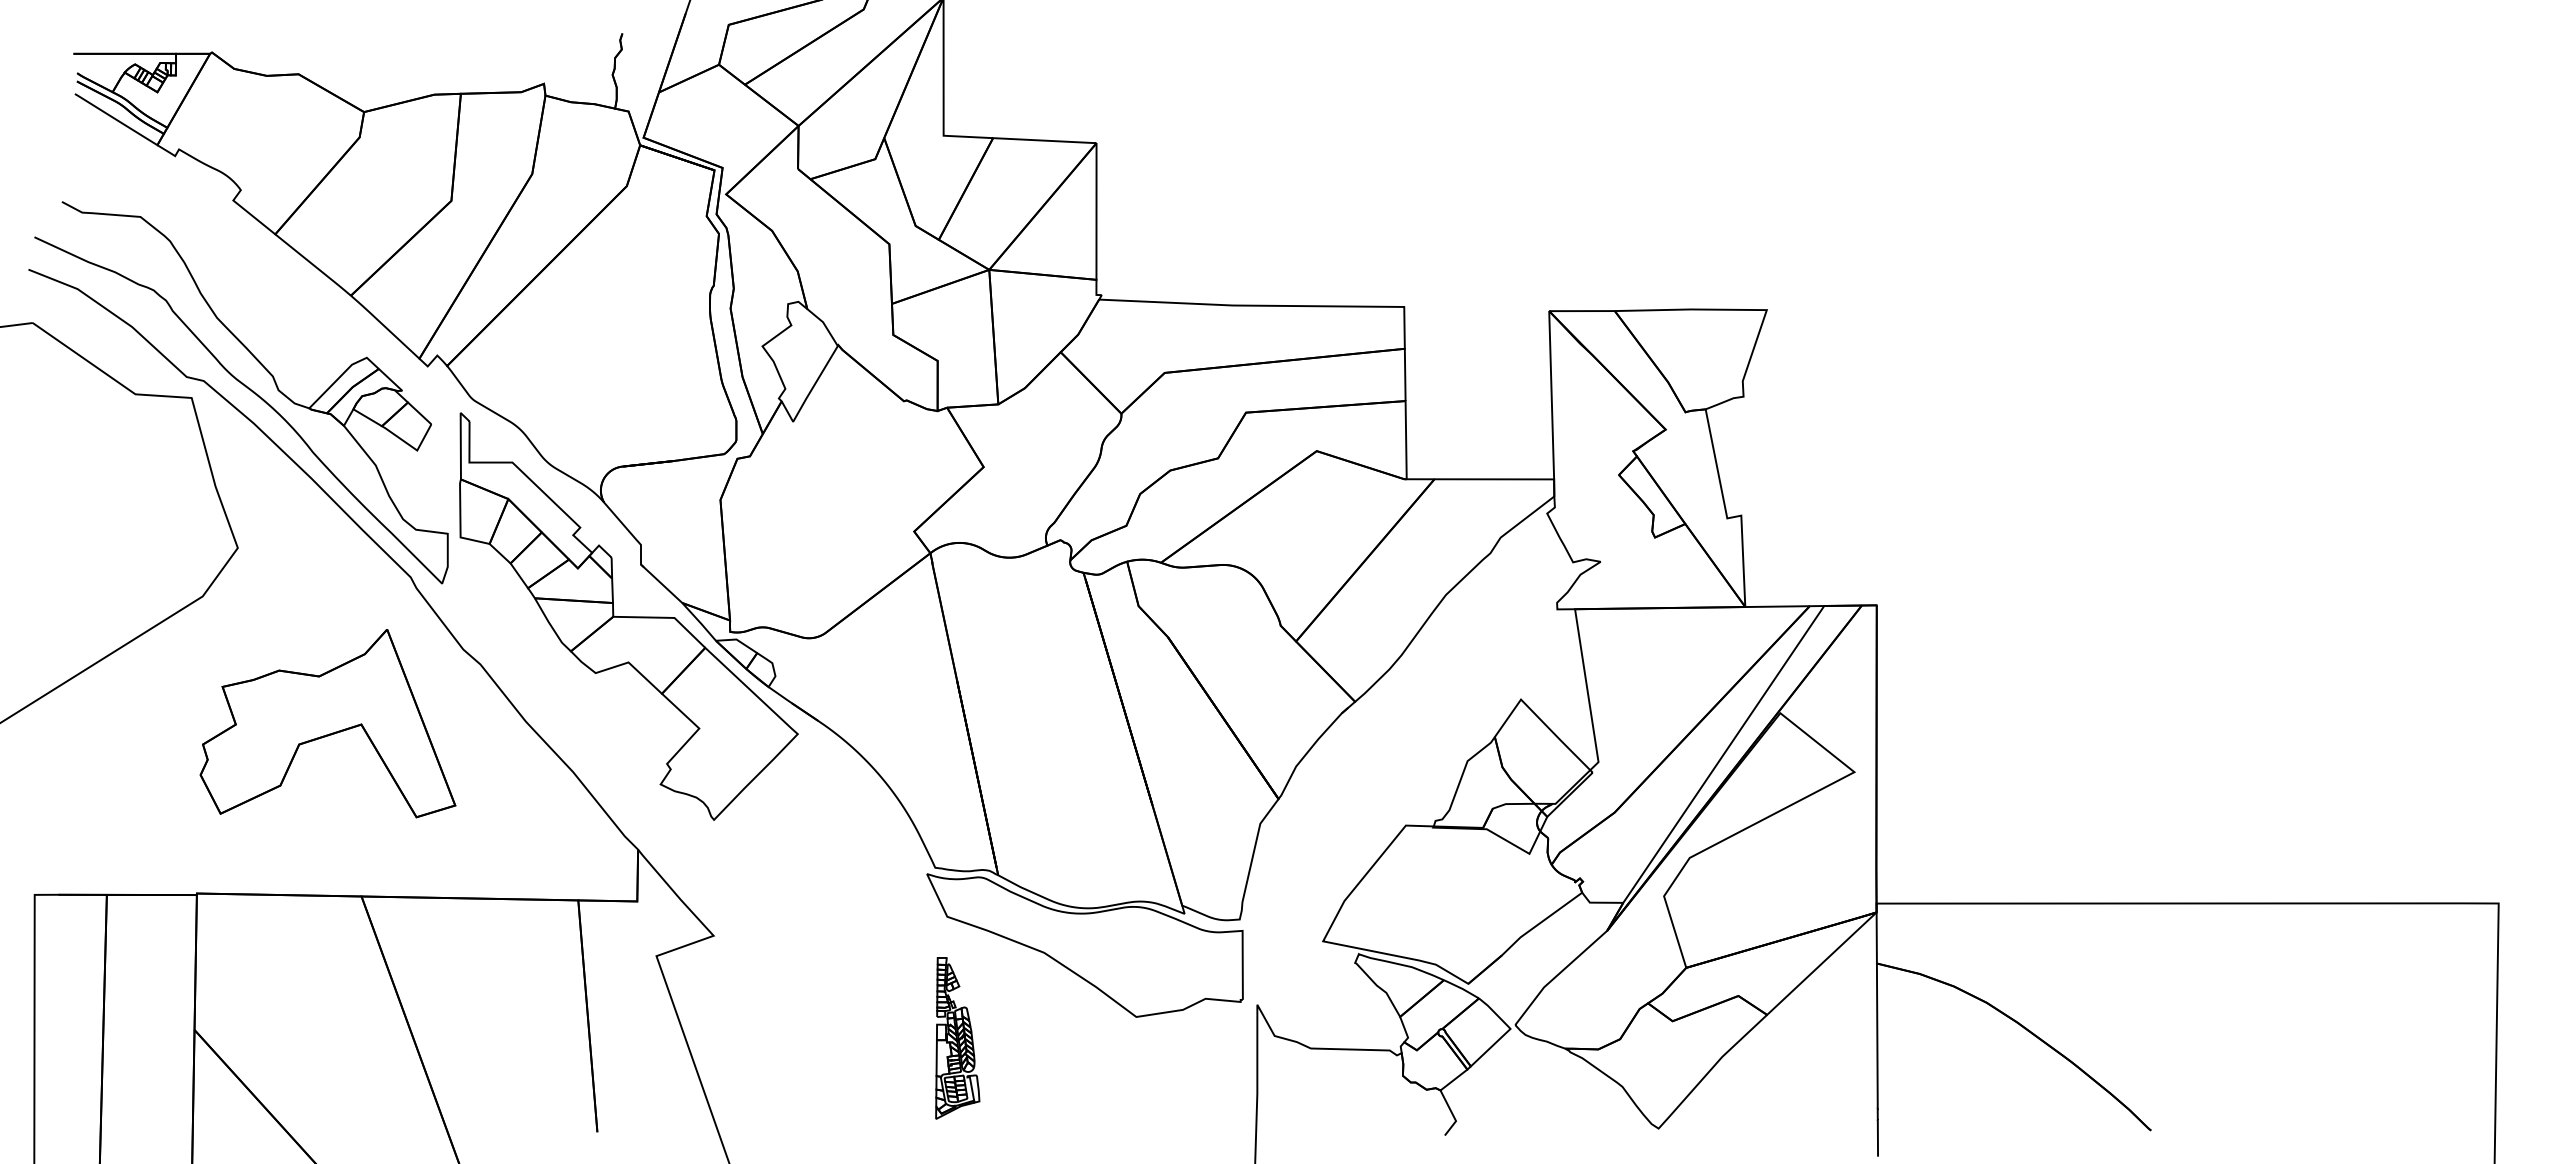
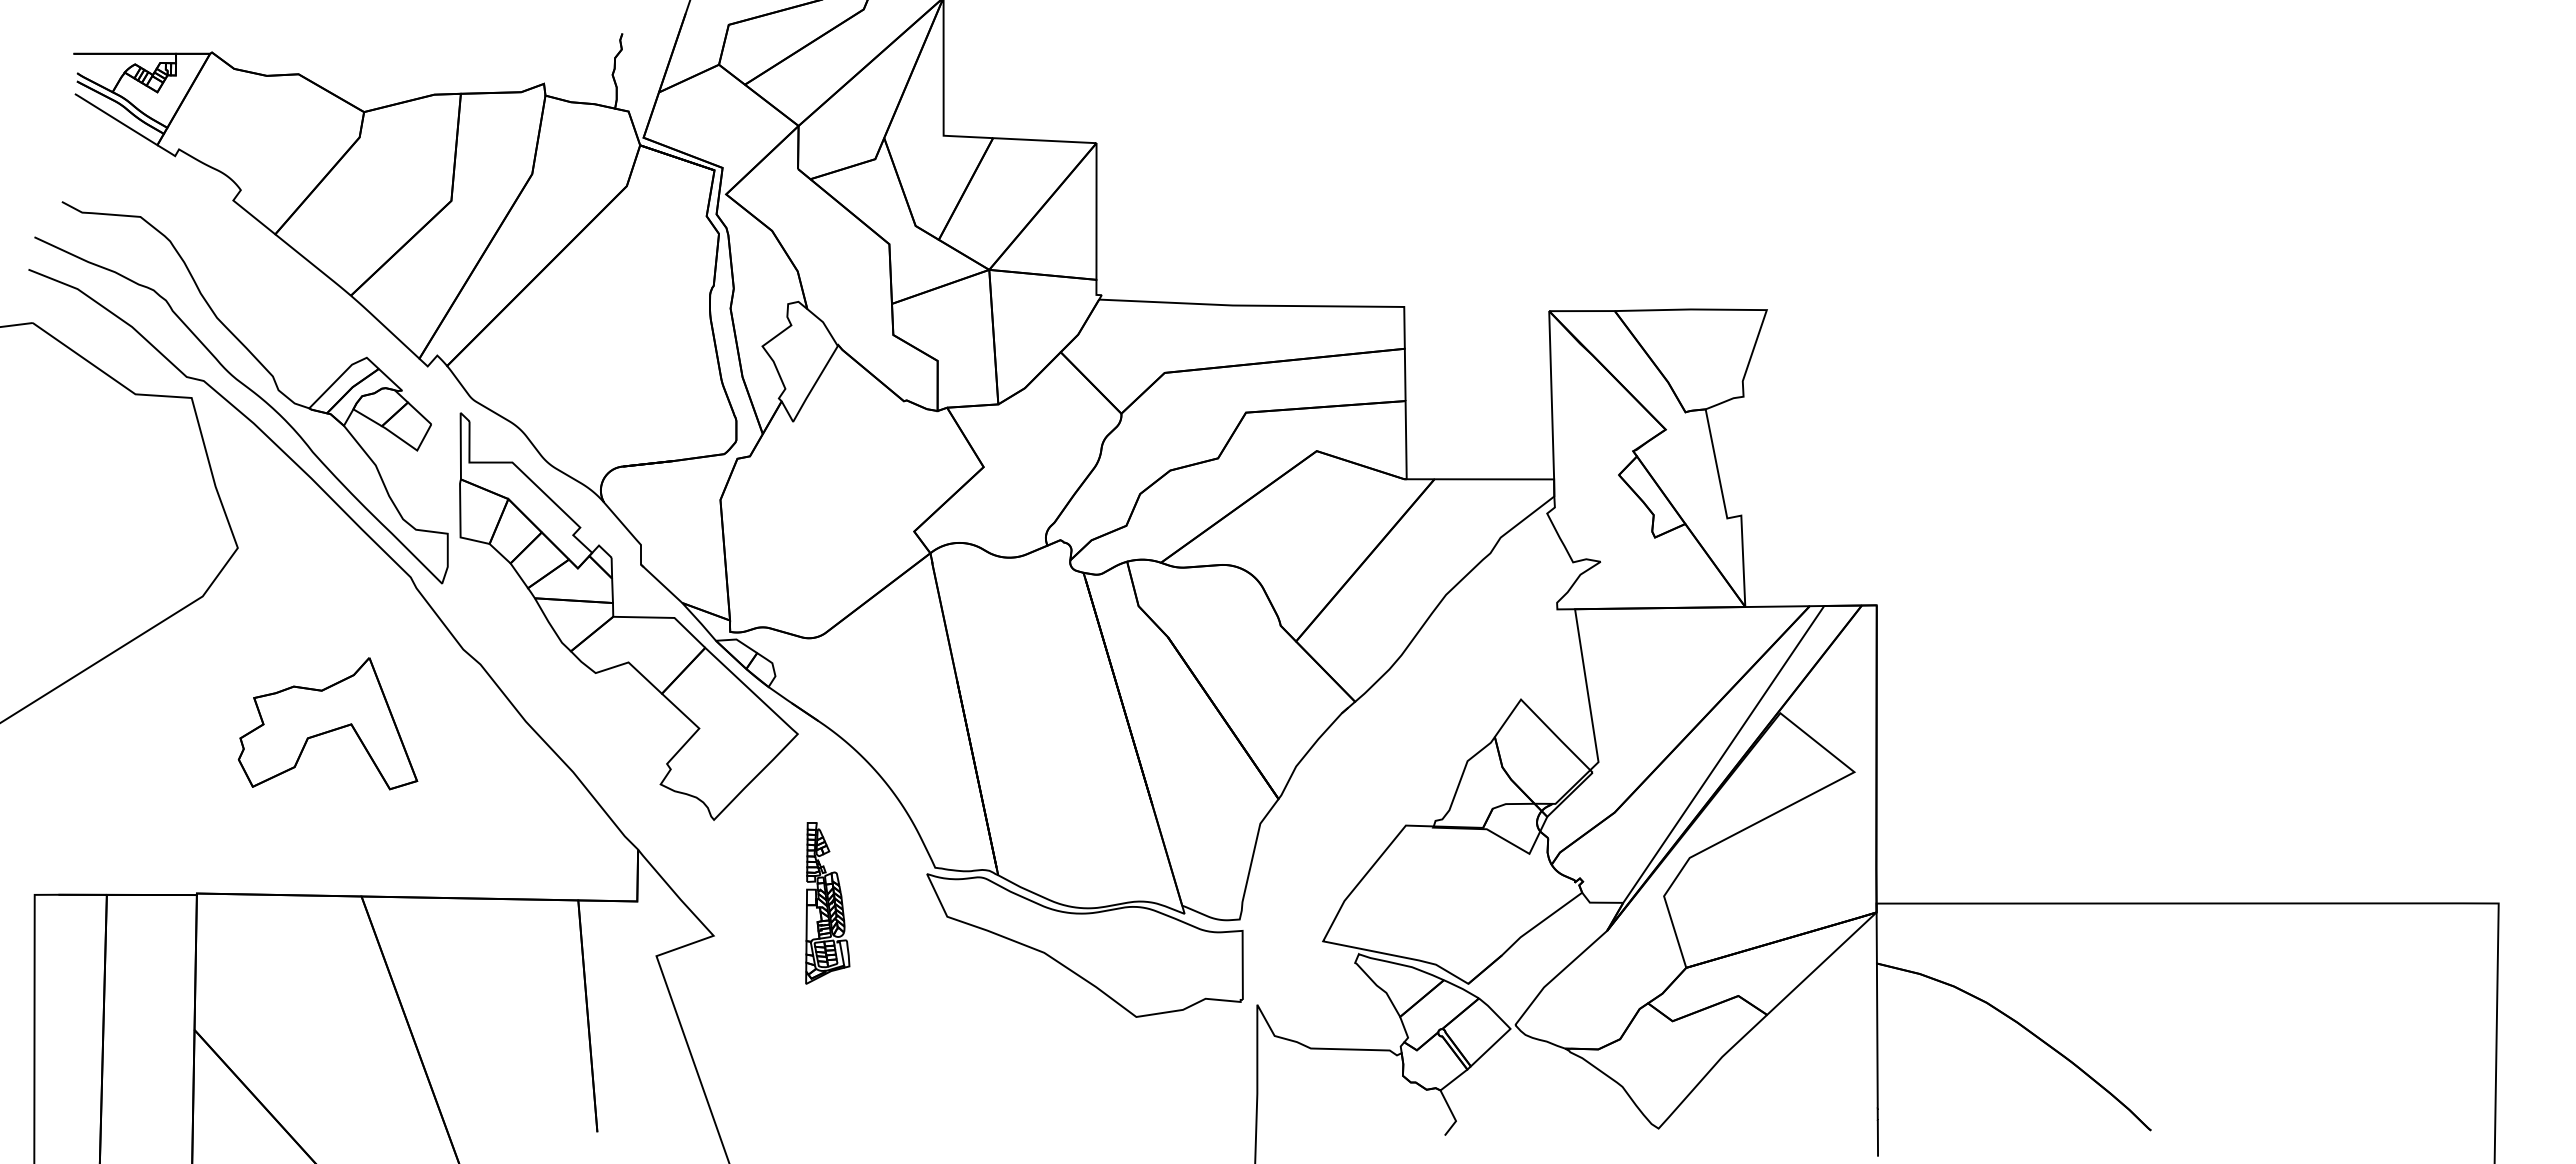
part at (327, 723) size: 258x190 px -> 182x134 px
part at (957, 1038) position: (957, 1038) -> (827, 903)
